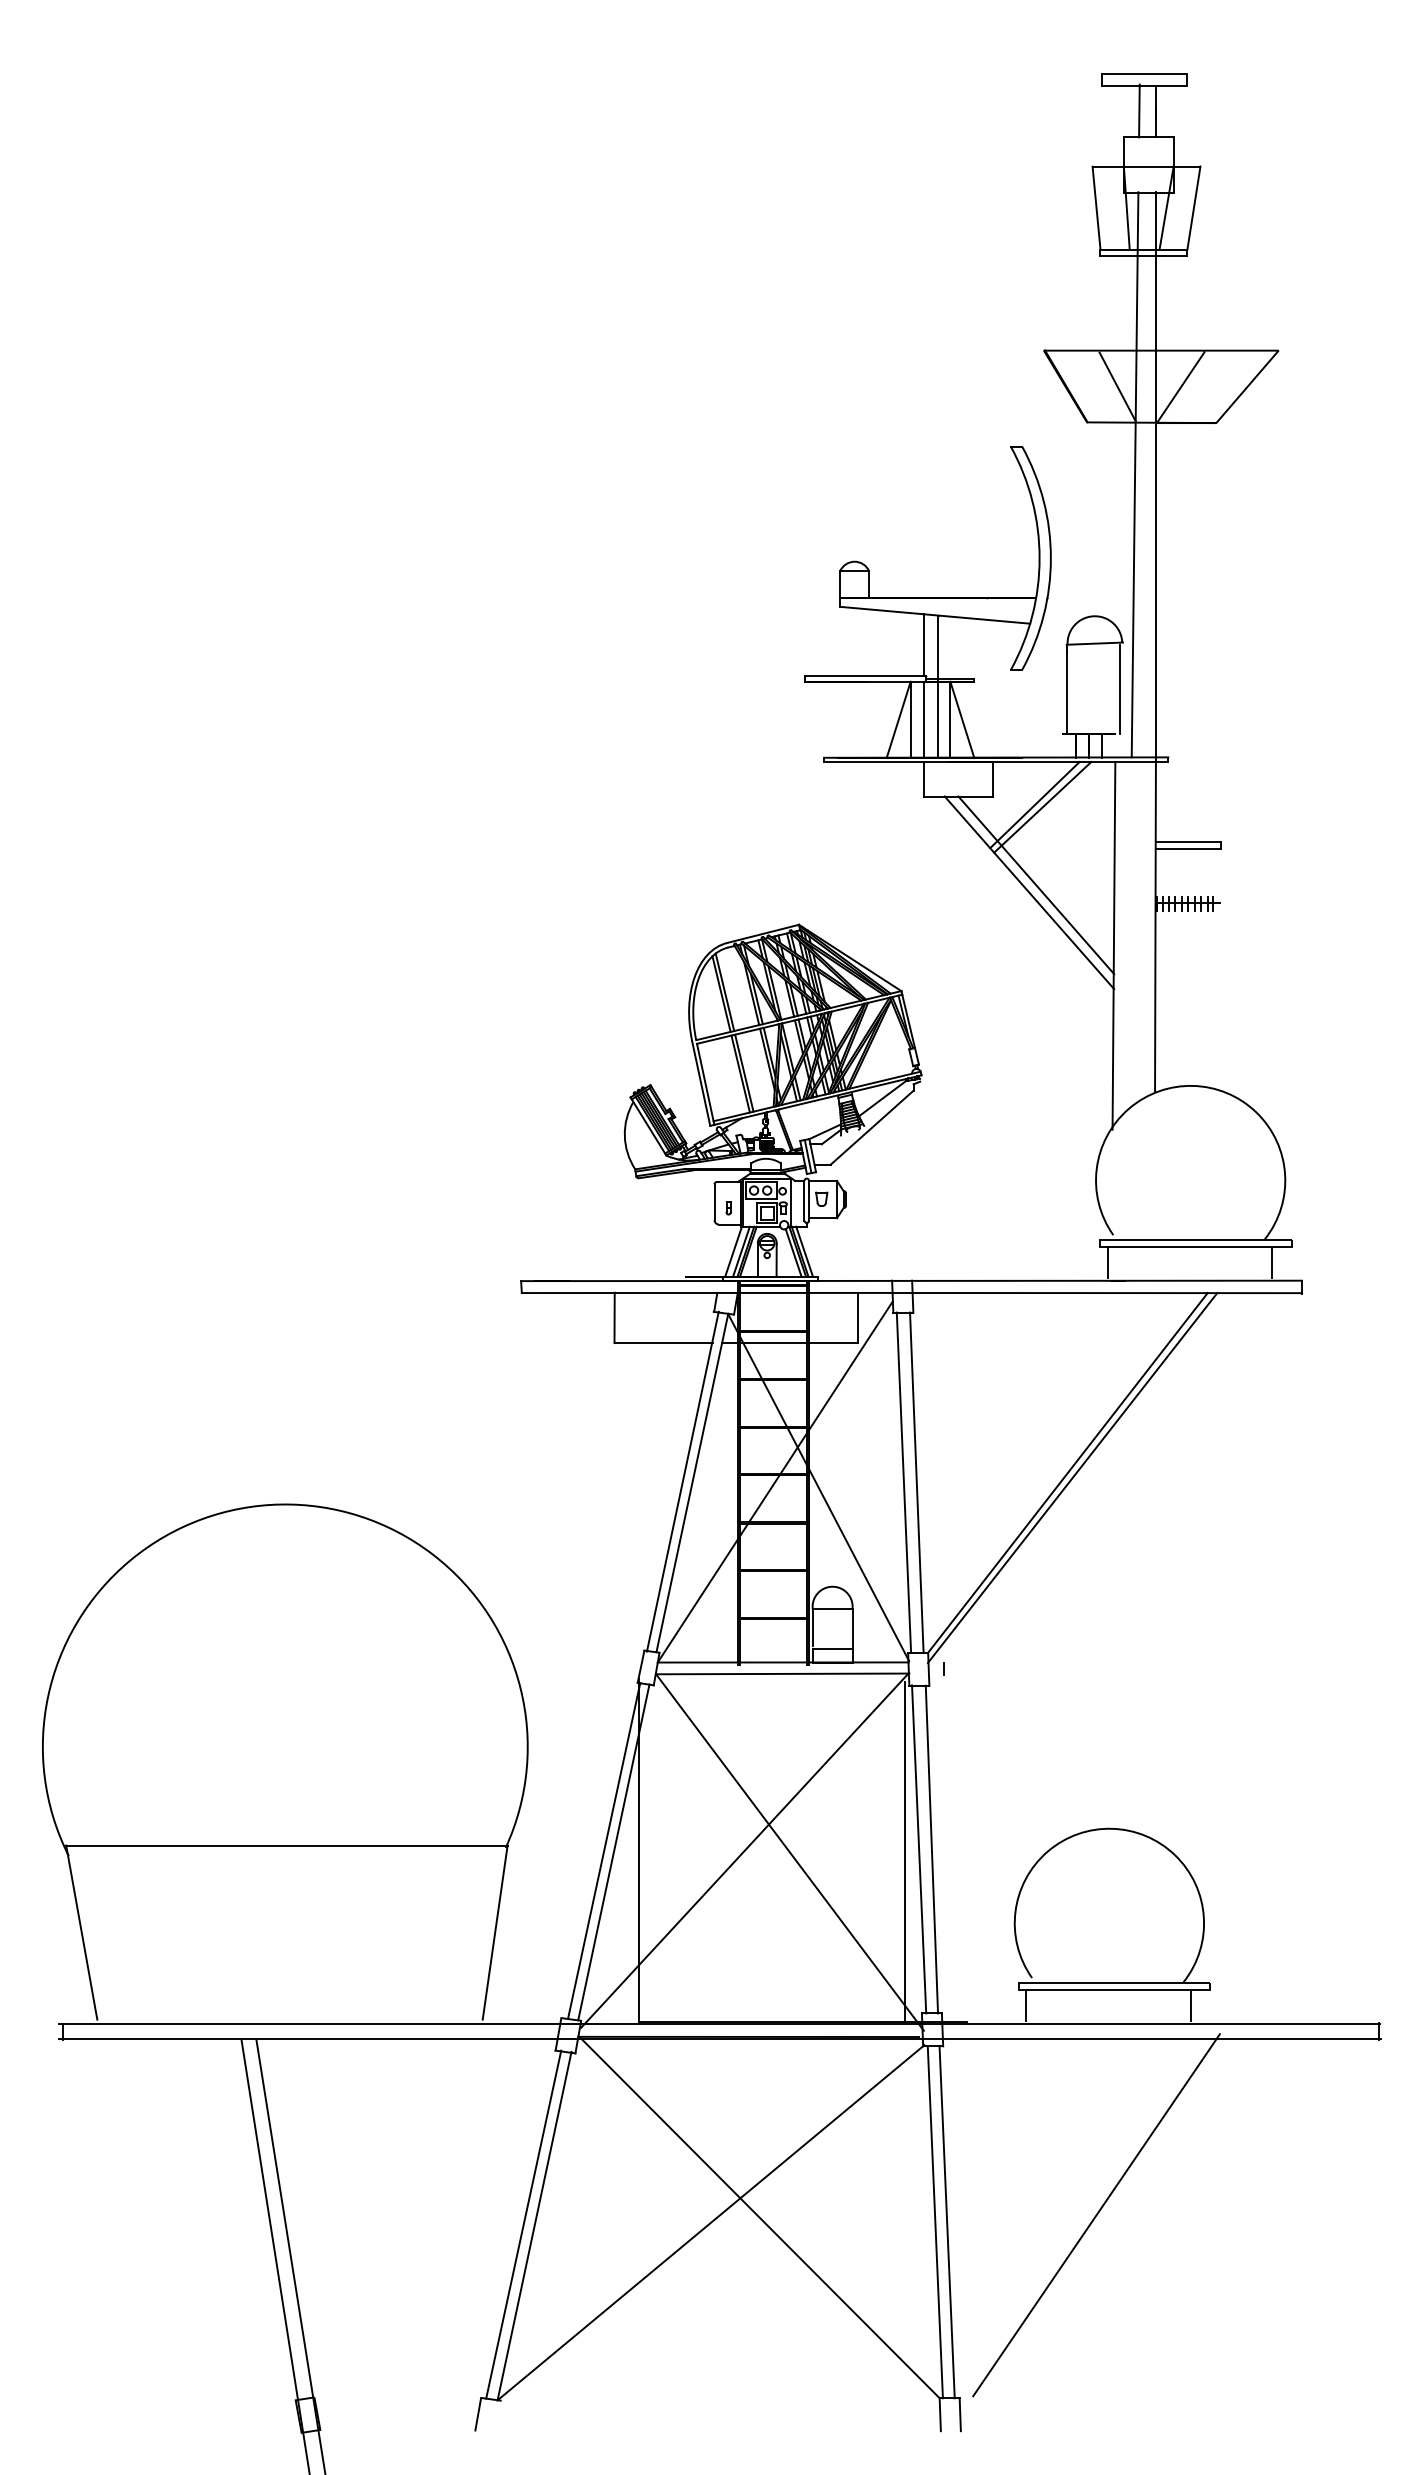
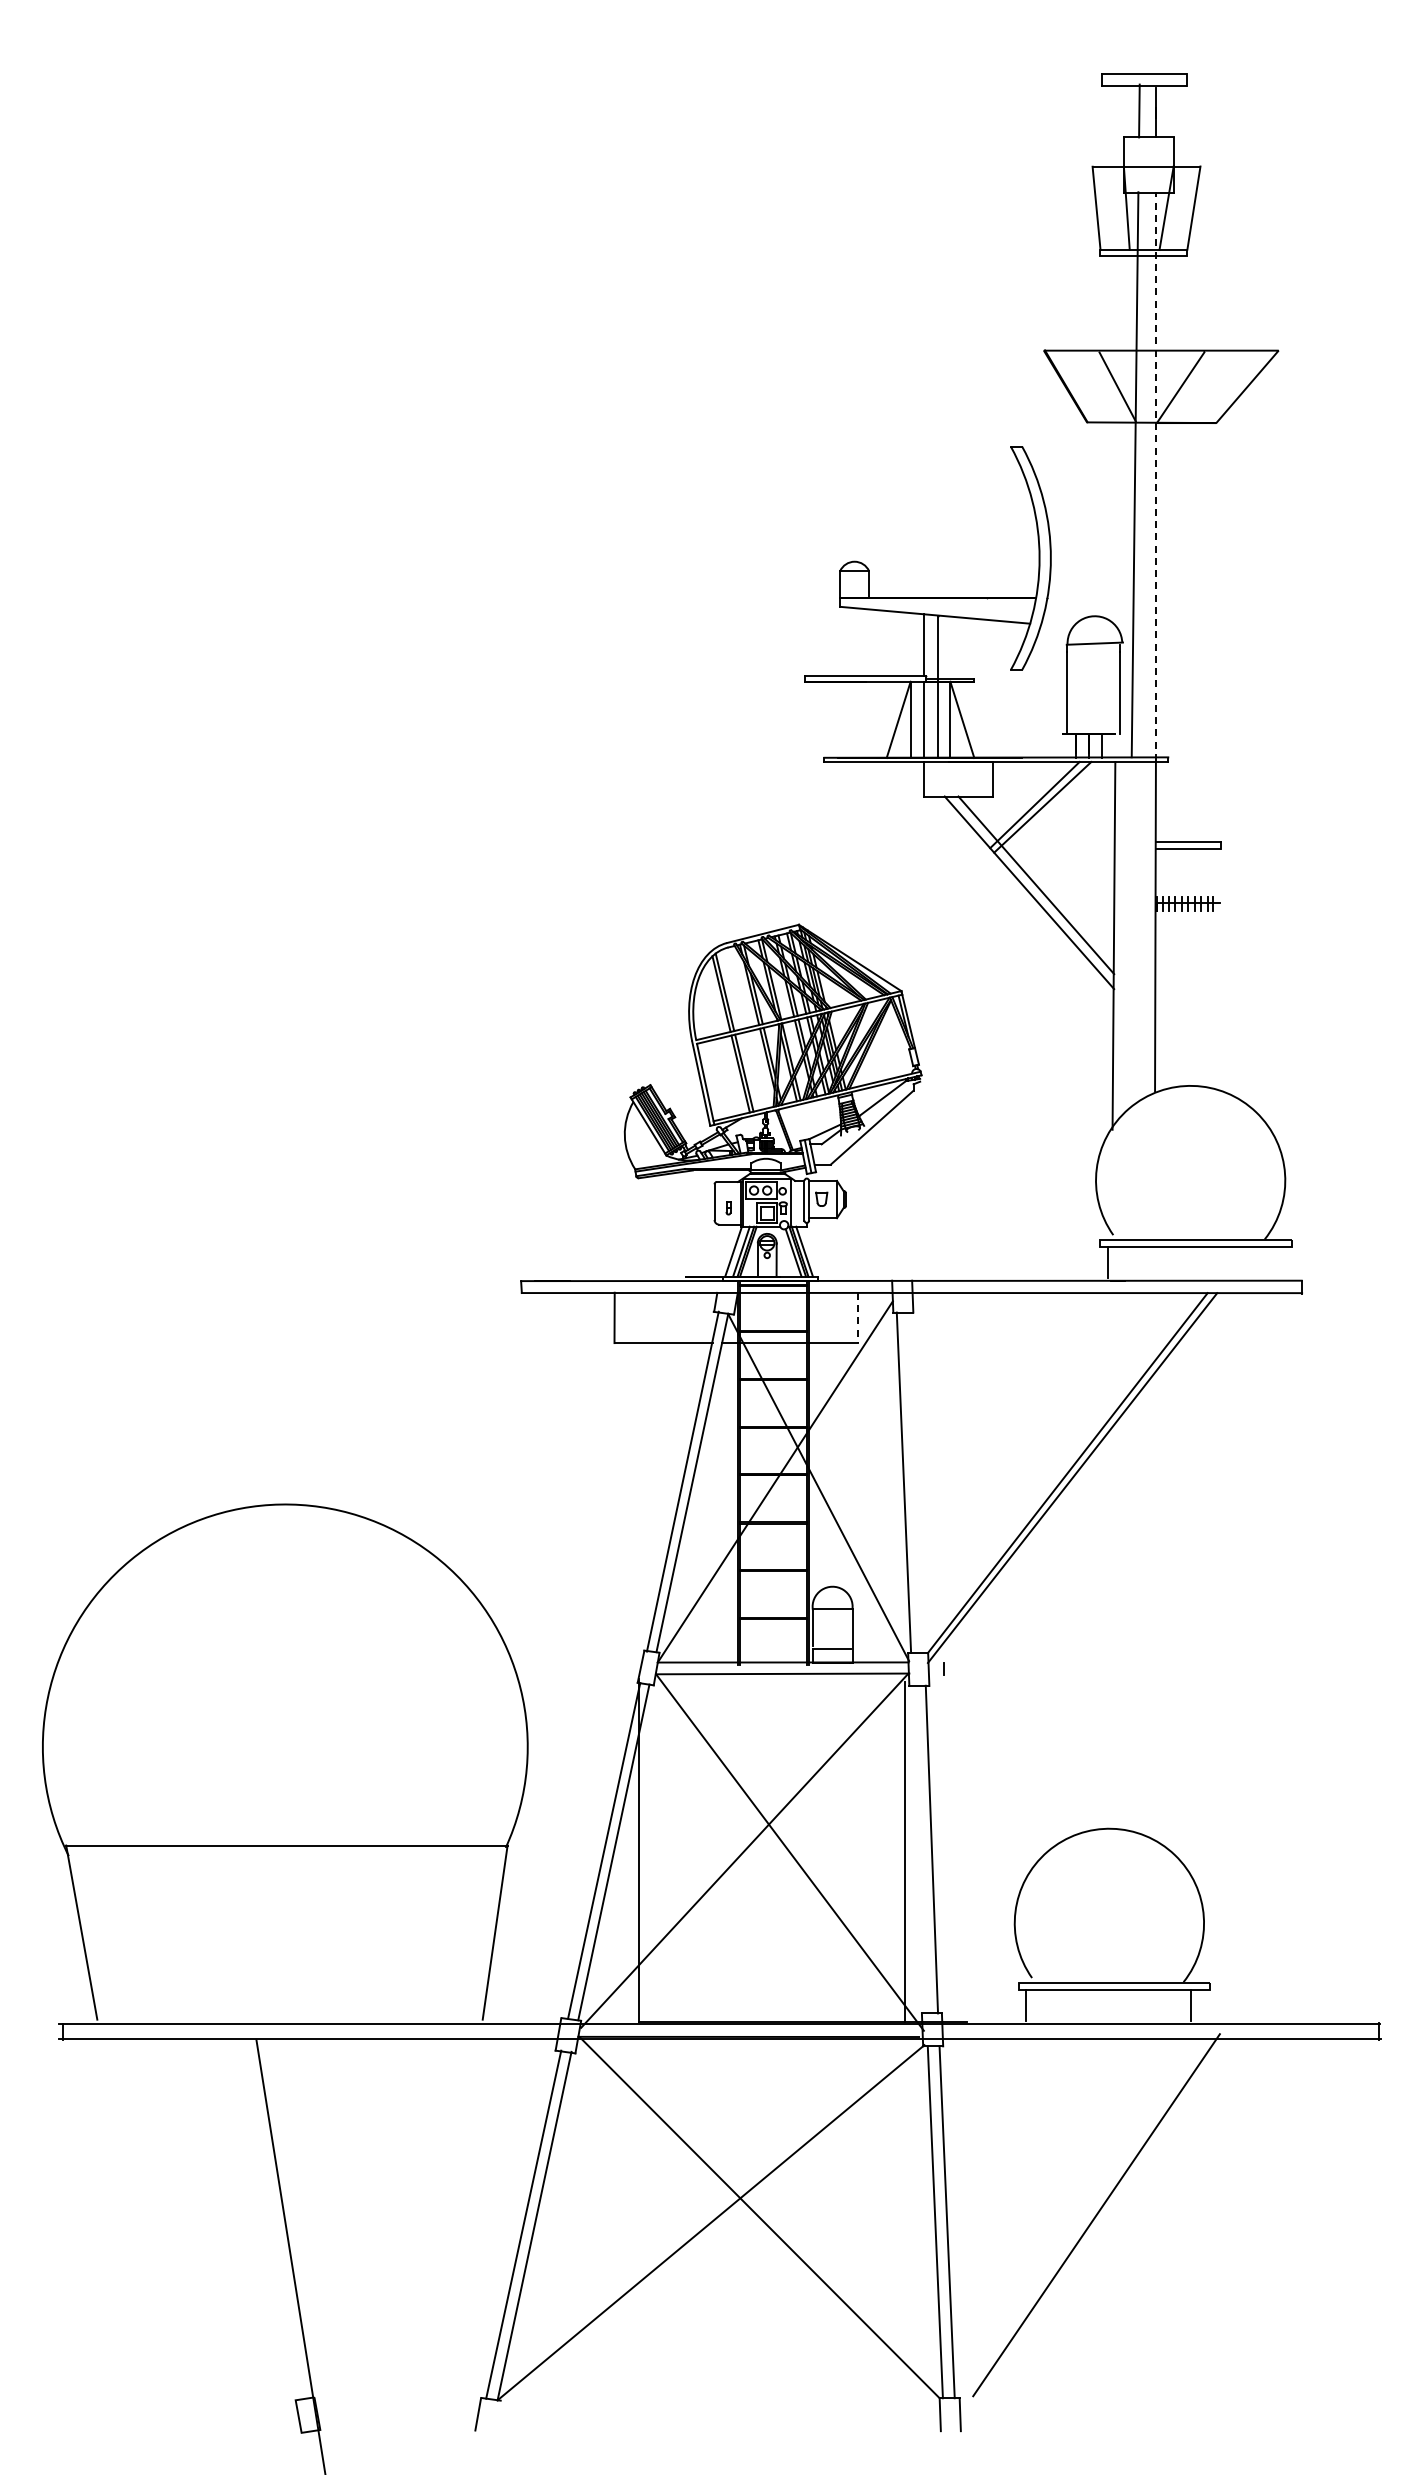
line at (1155, 476): solid -> dashed
line at (1272, 1262): present -> none
line at (857, 1318): solid -> dashed
line at (916, 1482): present -> none
line at (919, 1849): present -> none
line at (275, 2255): present -> none
